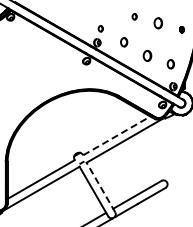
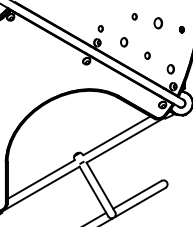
part at (147, 55) size: 11x13 px -> 7x9 px
part at (170, 64) position: (170, 64) -> (170, 69)
line at (116, 135): dashed -> solid
line at (100, 187): dashed -> solid
